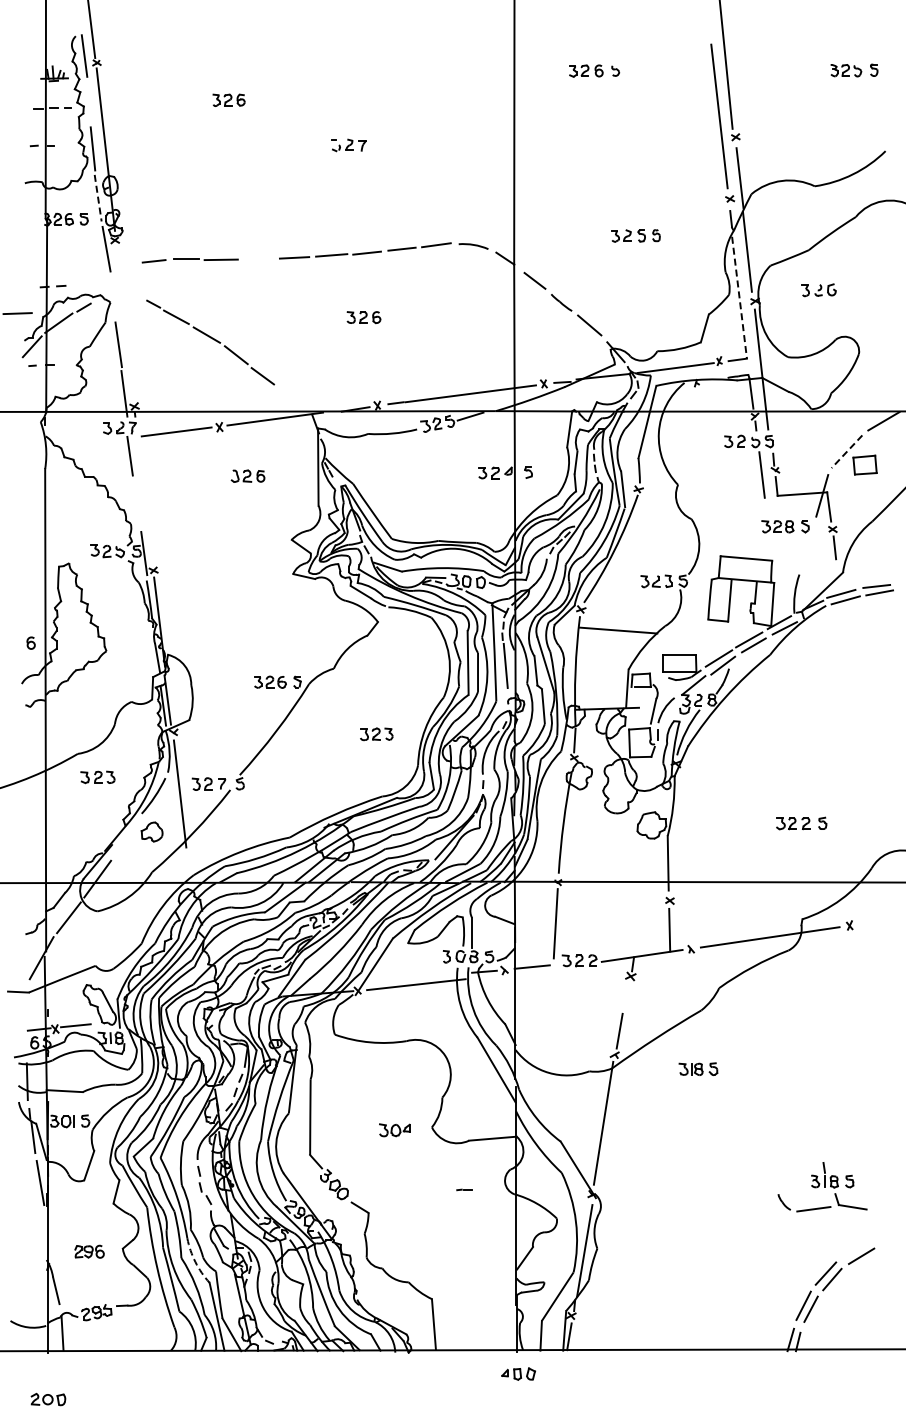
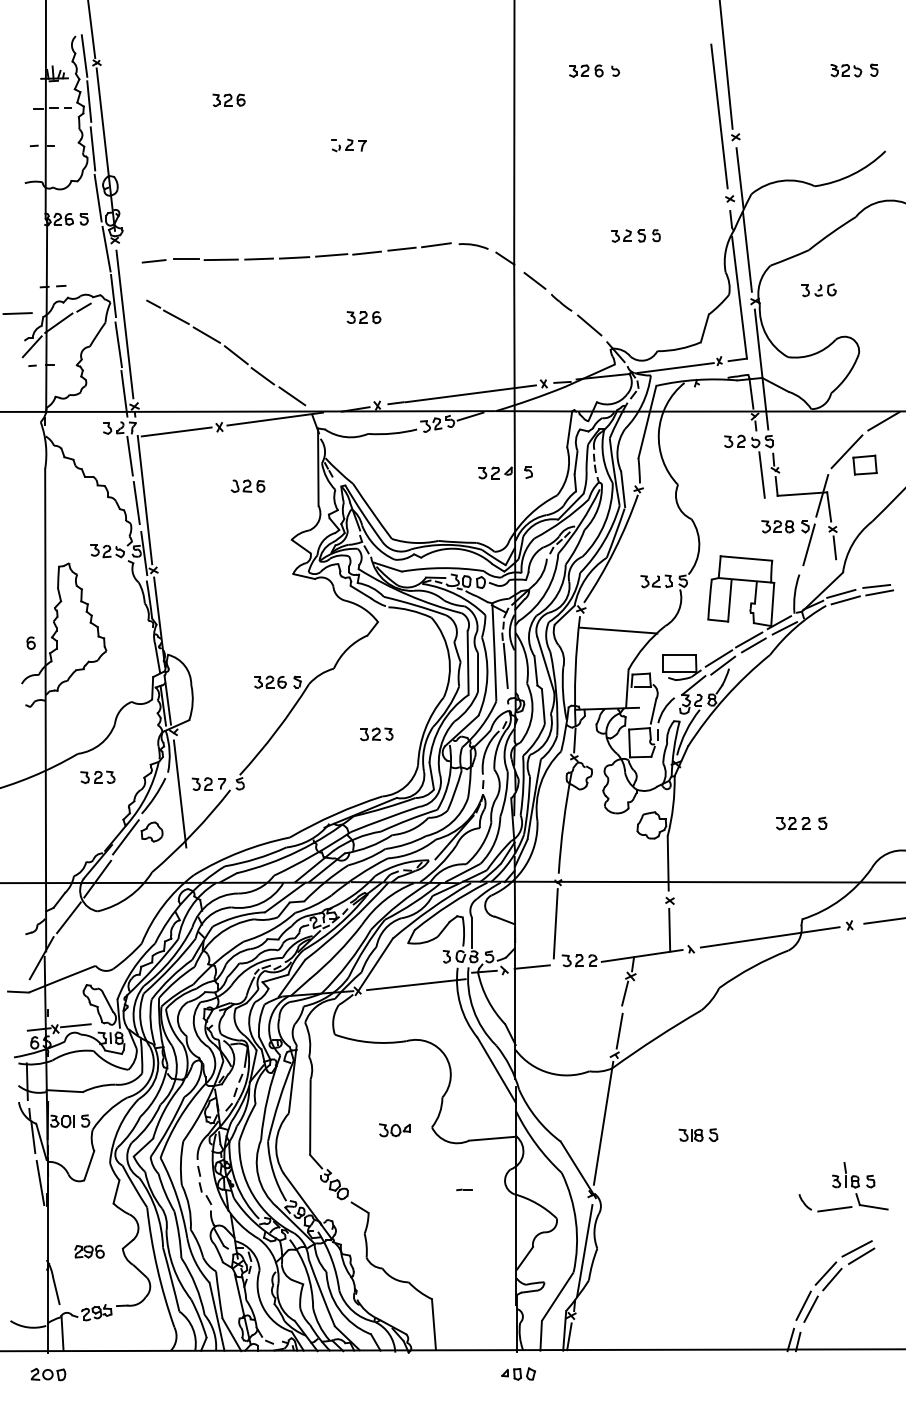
line at (89, 101): none -> present
line at (98, 198): dashed -> solid
line at (259, 258): none -> present
line at (113, 295): none -> present
line at (739, 298): dashed -> solid
line at (124, 324): none -> present
line at (292, 396): none -> present
line at (846, 452): dashed -> solid
part at (247, 475) position: (247, 475) -> (247, 485)
line at (144, 499): none -> present
line at (136, 502): none -> present
line at (808, 544): none -> present
line at (125, 837): none -> present
line at (883, 920): none -> present
line at (625, 993): none -> present
part at (698, 1068) position: (698, 1068) -> (698, 1134)
part at (822, 1187) position: (822, 1187) -> (843, 1187)
line at (856, 1248): none -> present
arc at (195, 1262): dashed -> solid
part at (48, 1399) position: (48, 1399) -> (48, 1374)
